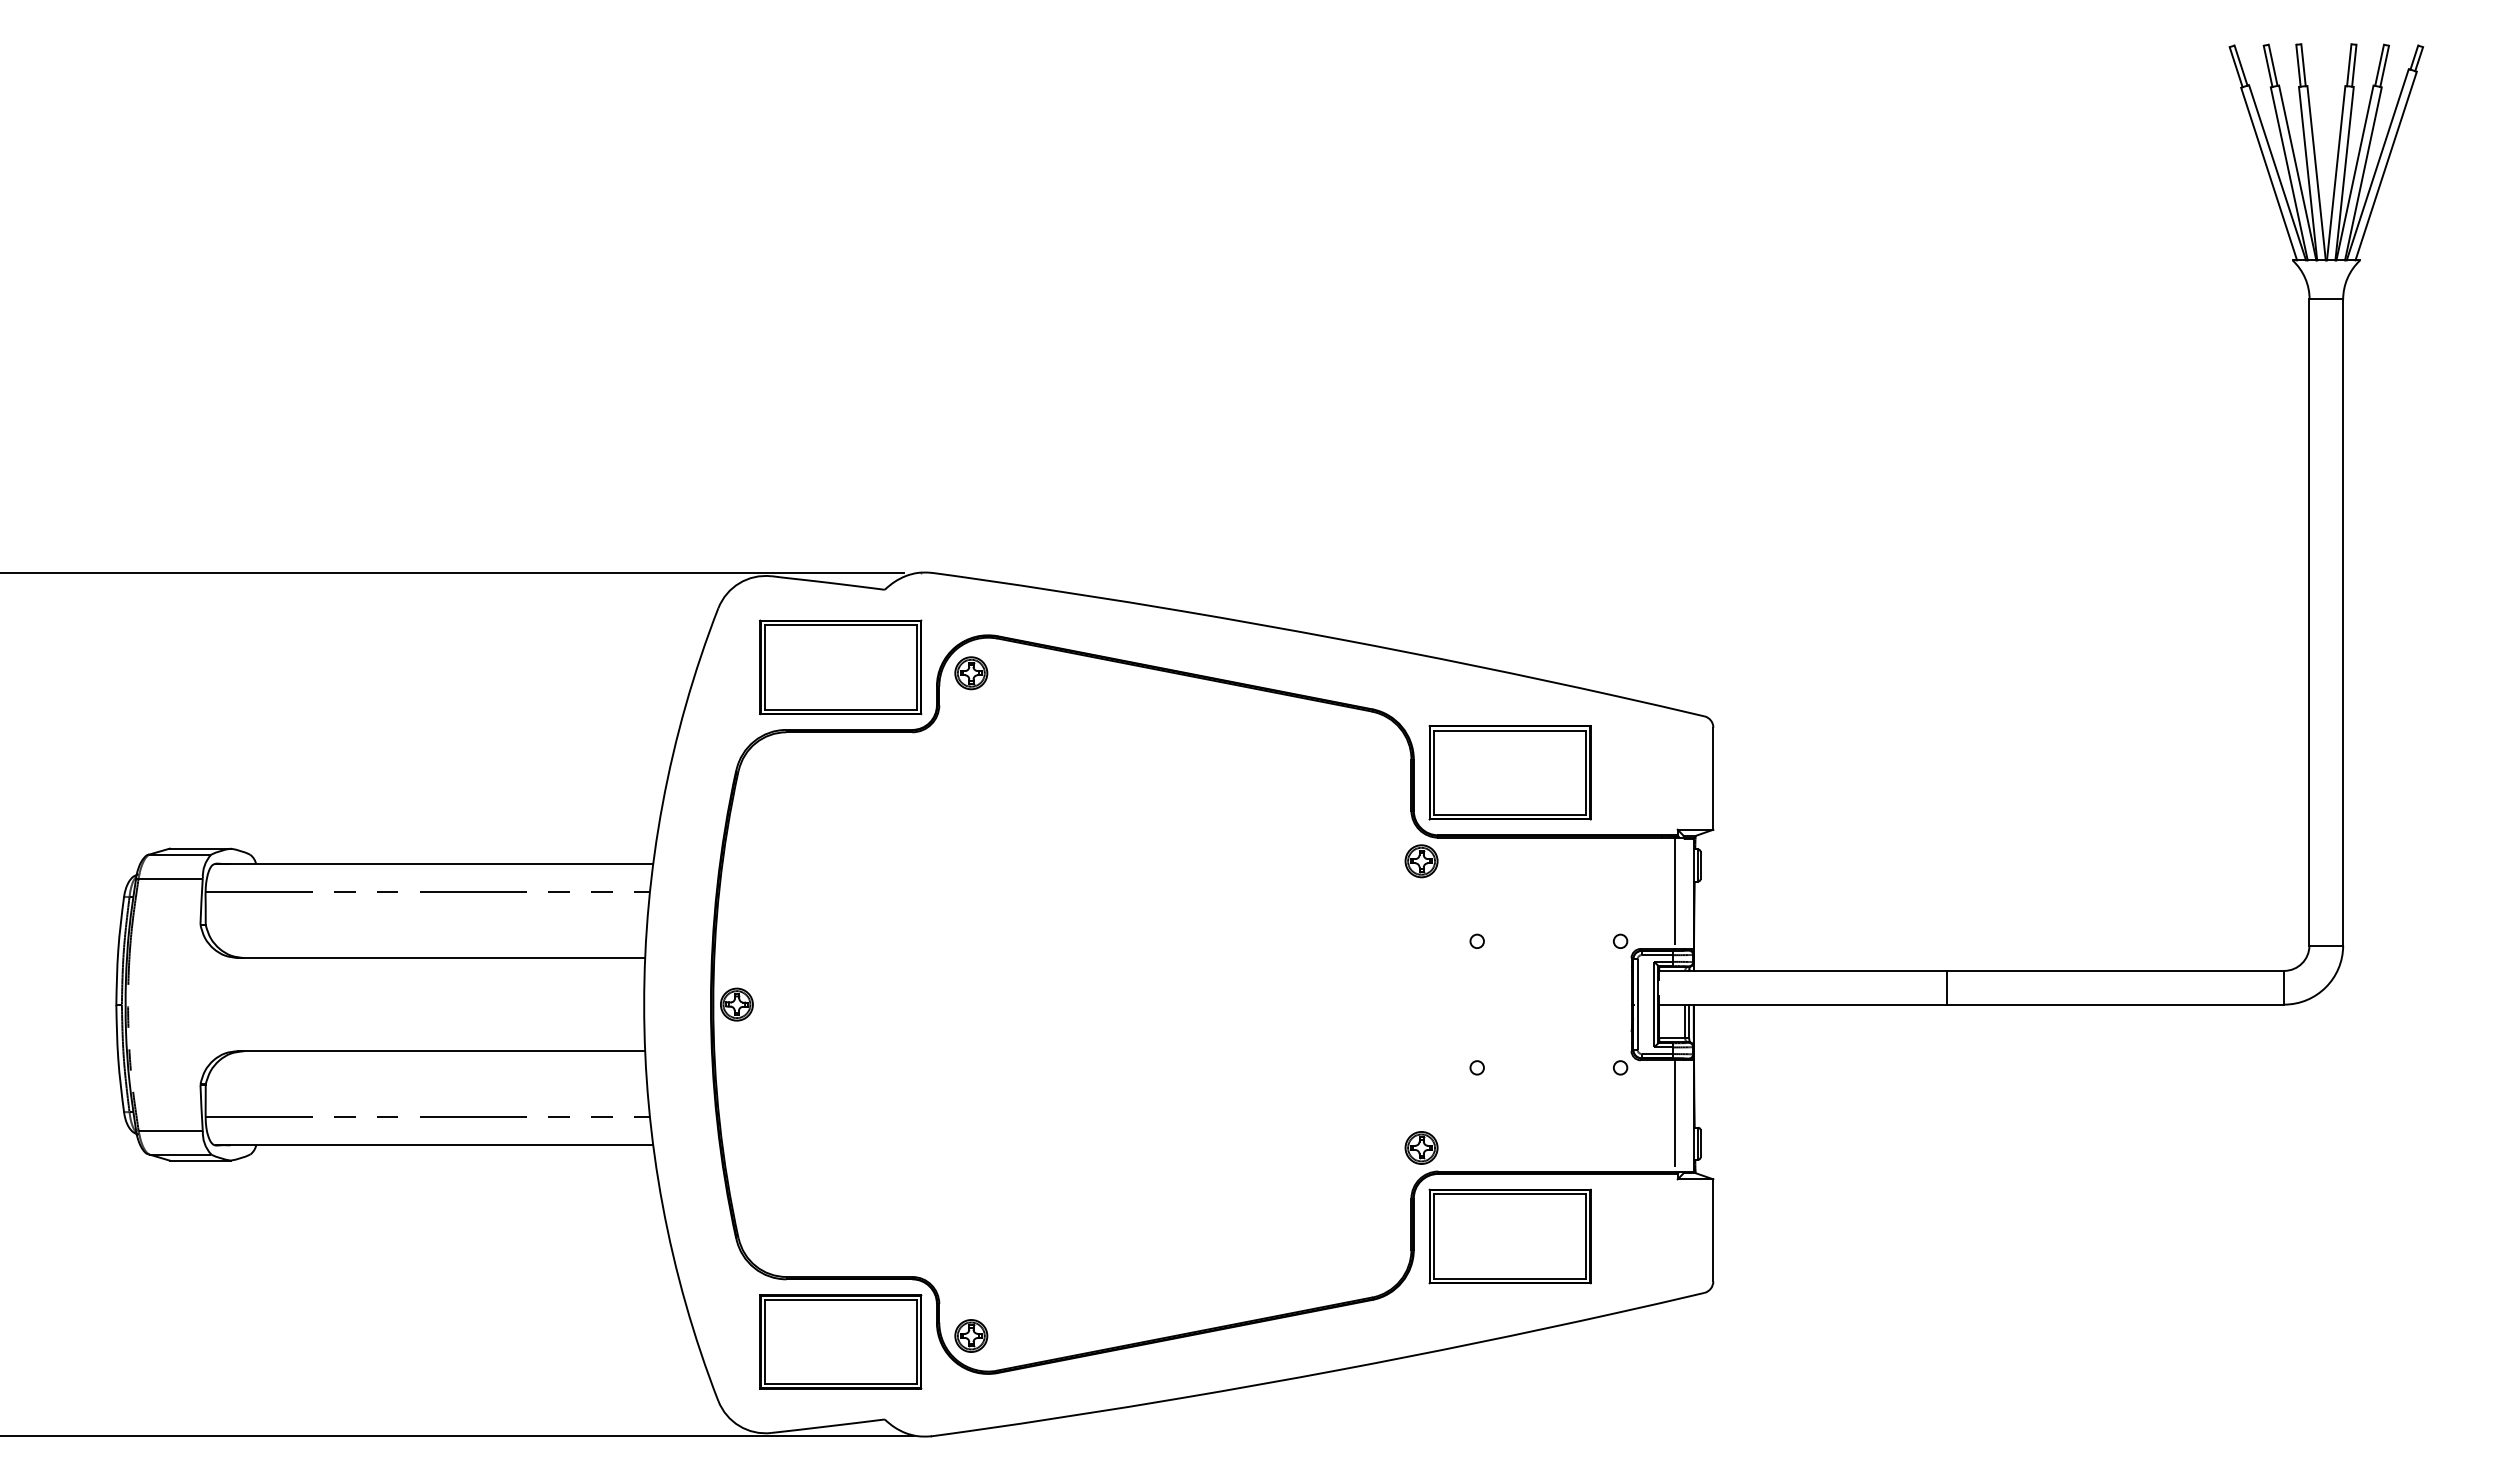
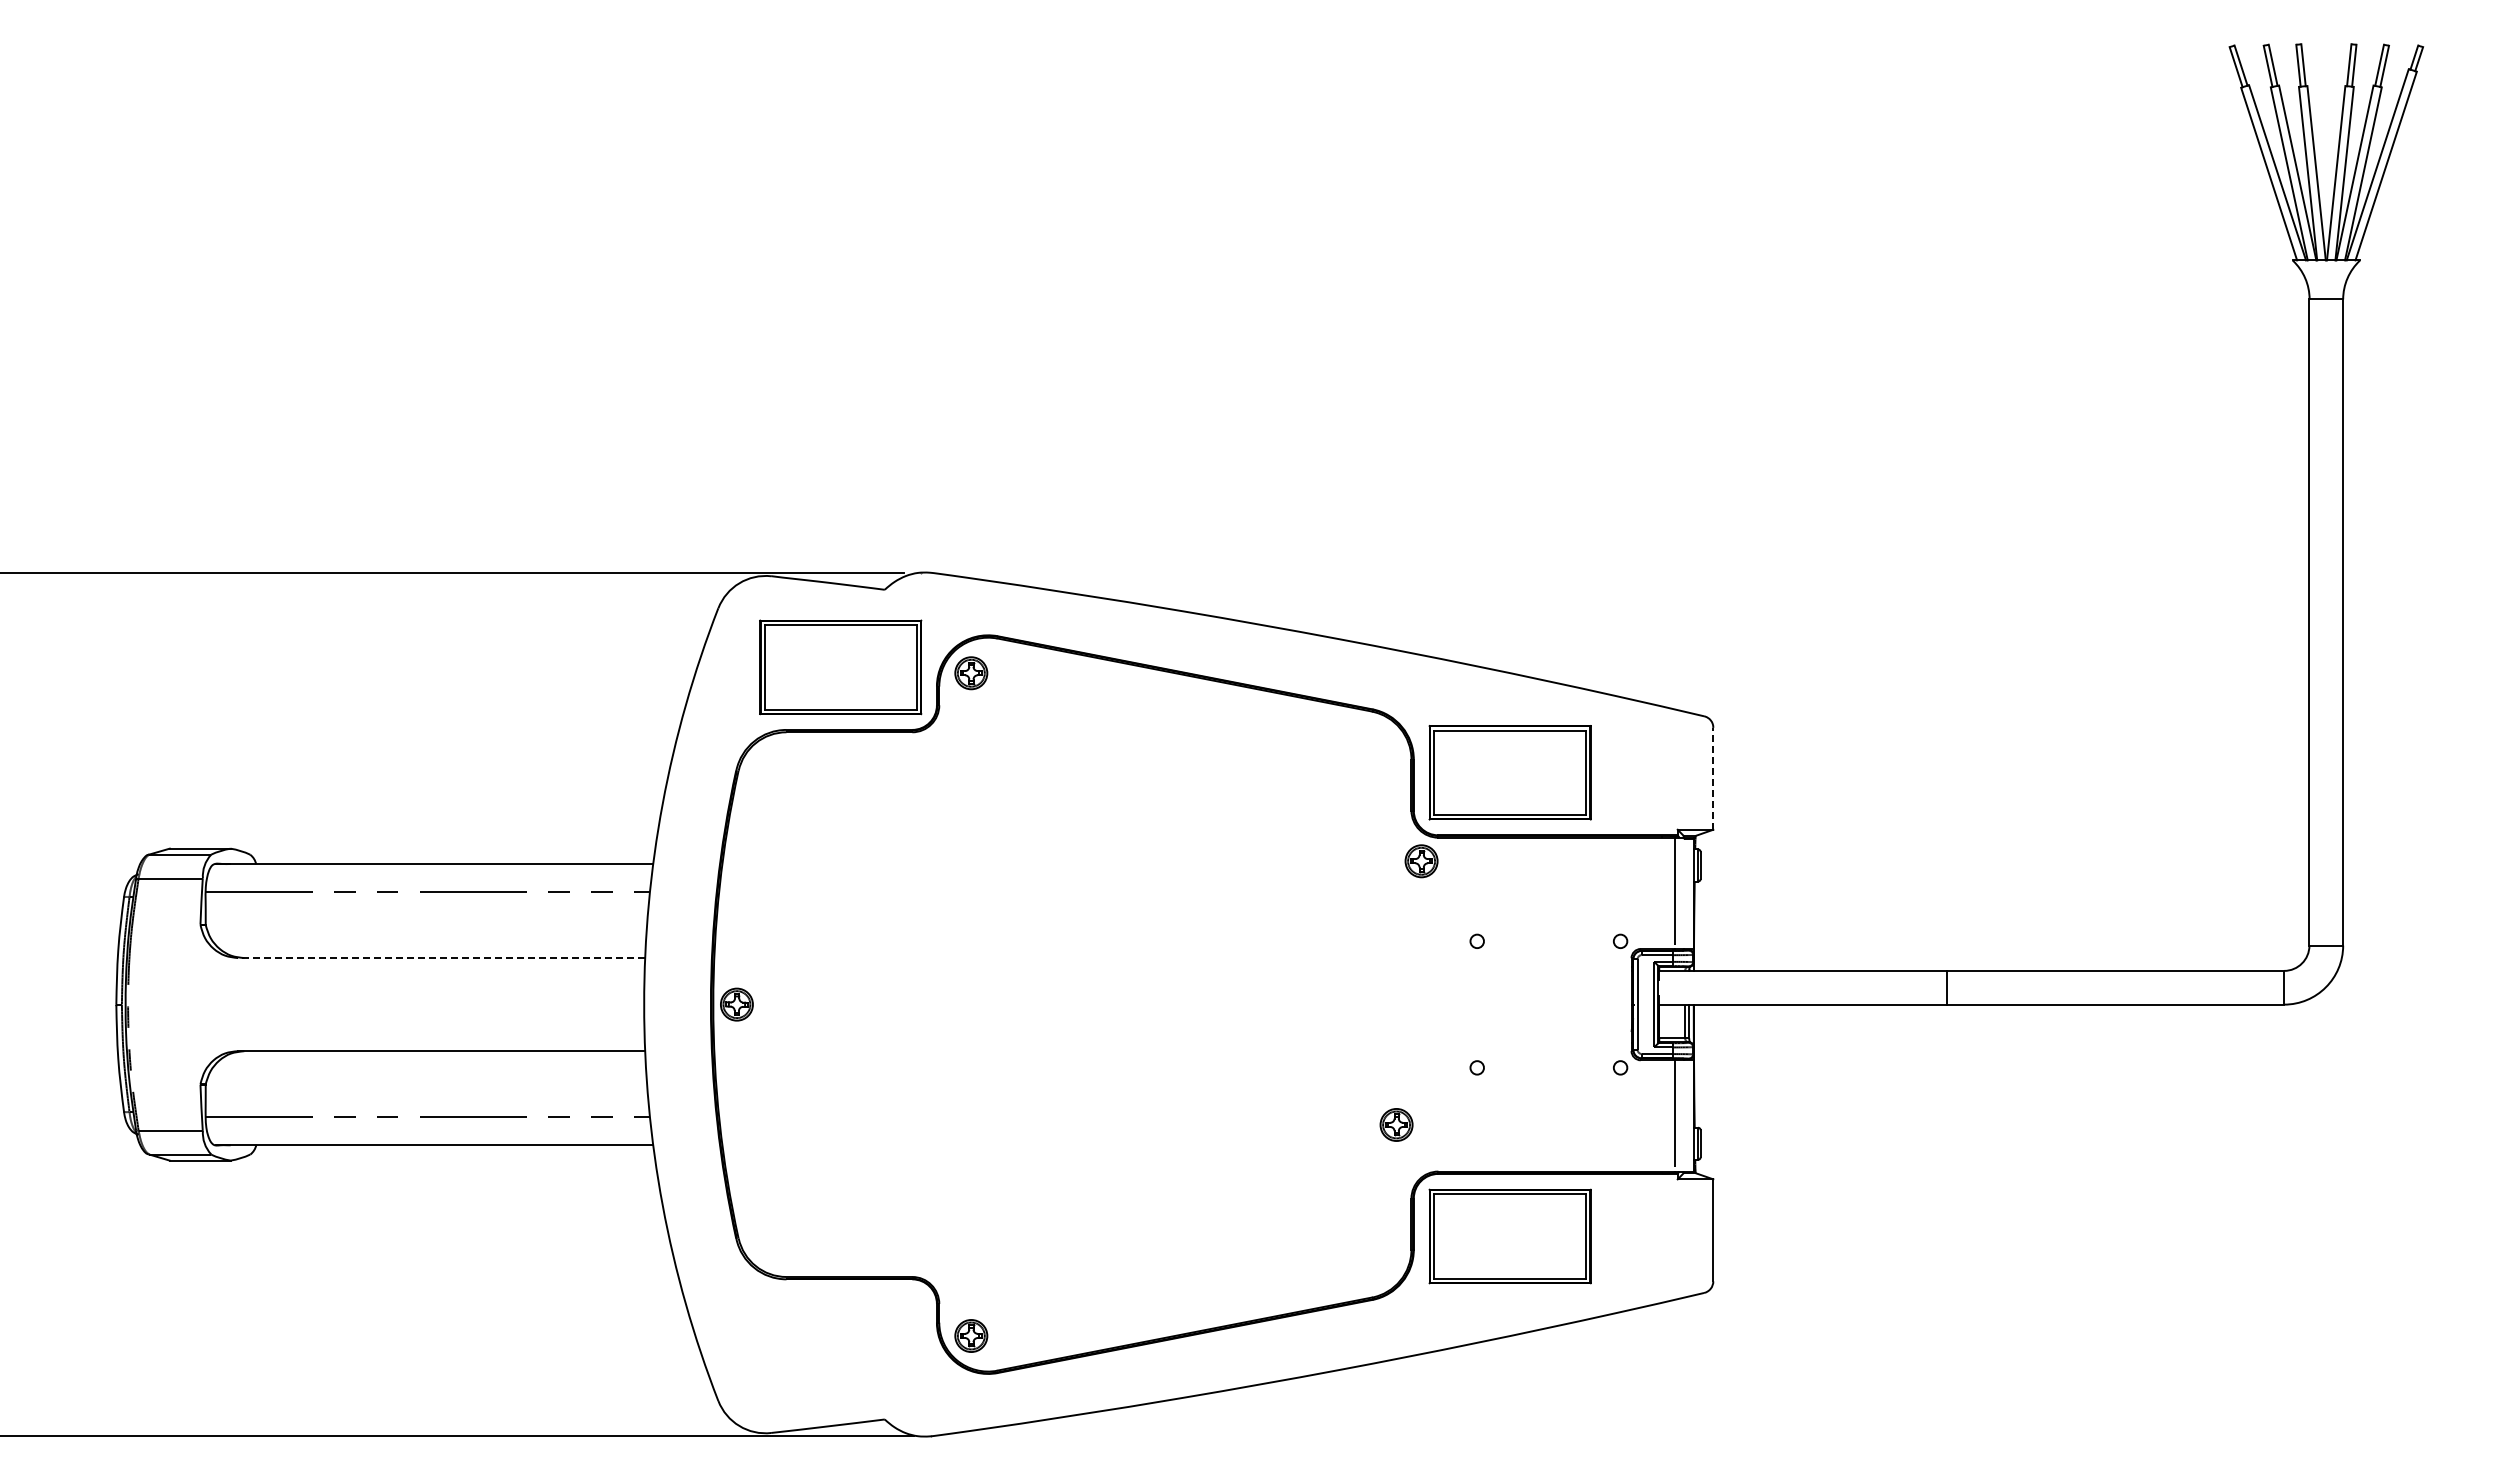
line at (1713, 778): solid -> dashed
line at (441, 958): solid -> dashed
part at (1421, 1147) position: (1421, 1147) -> (1396, 1124)
part at (840, 1341): present -> none
